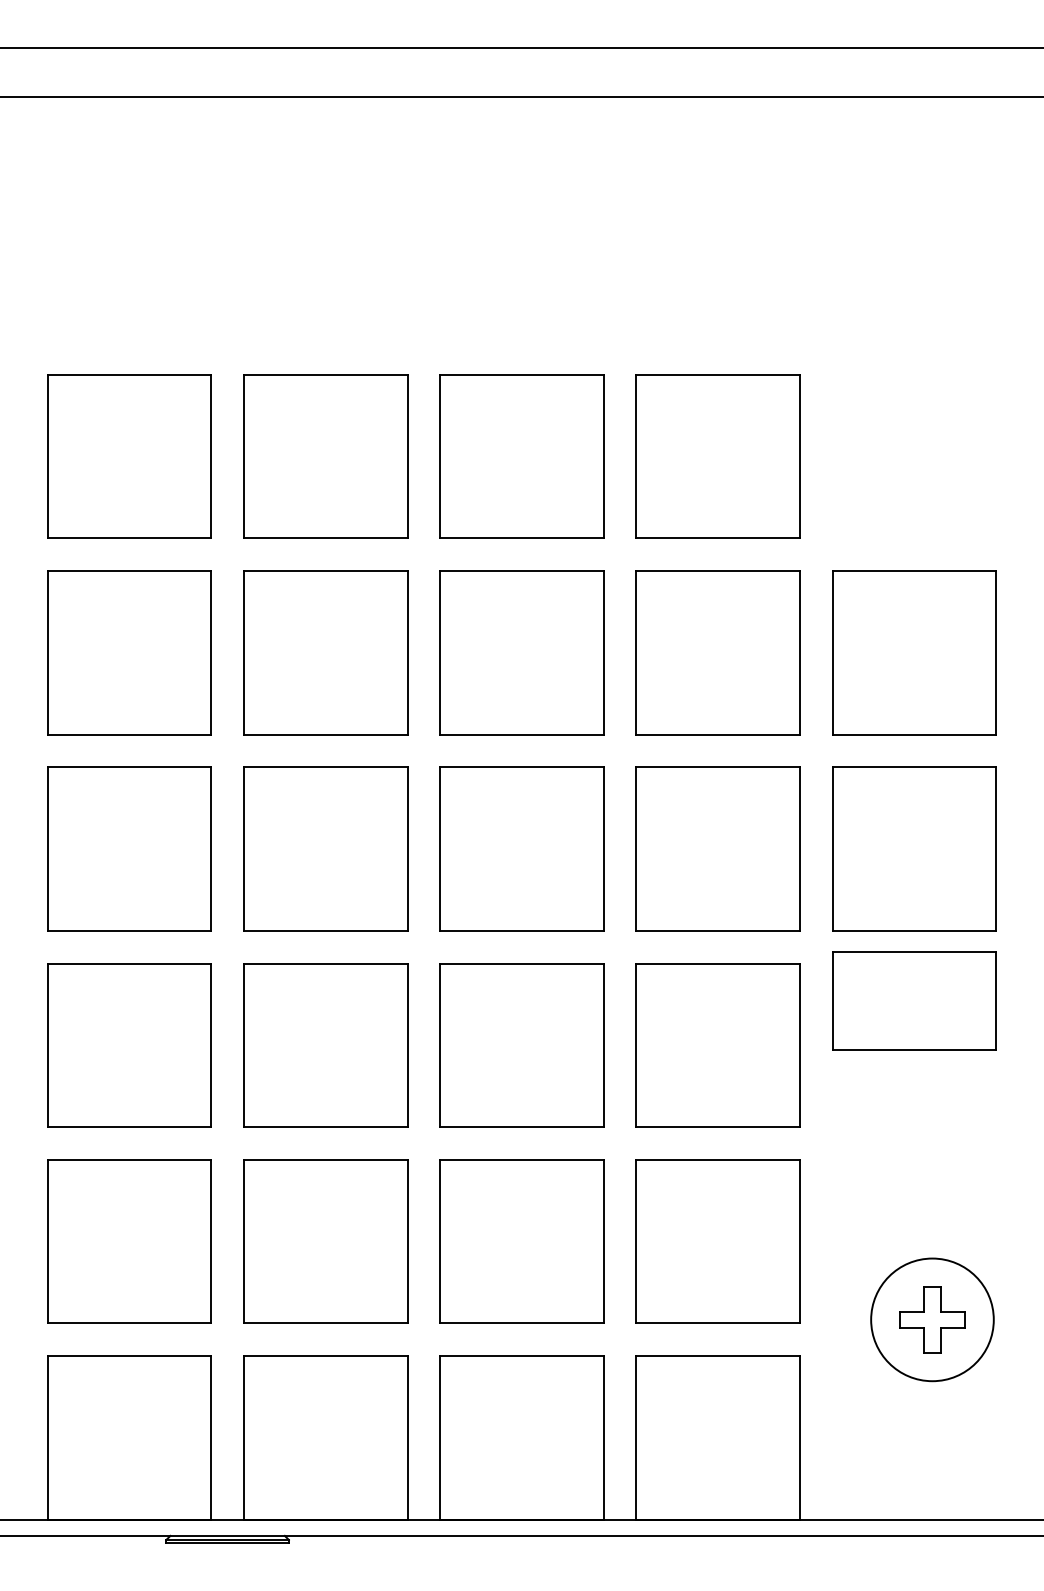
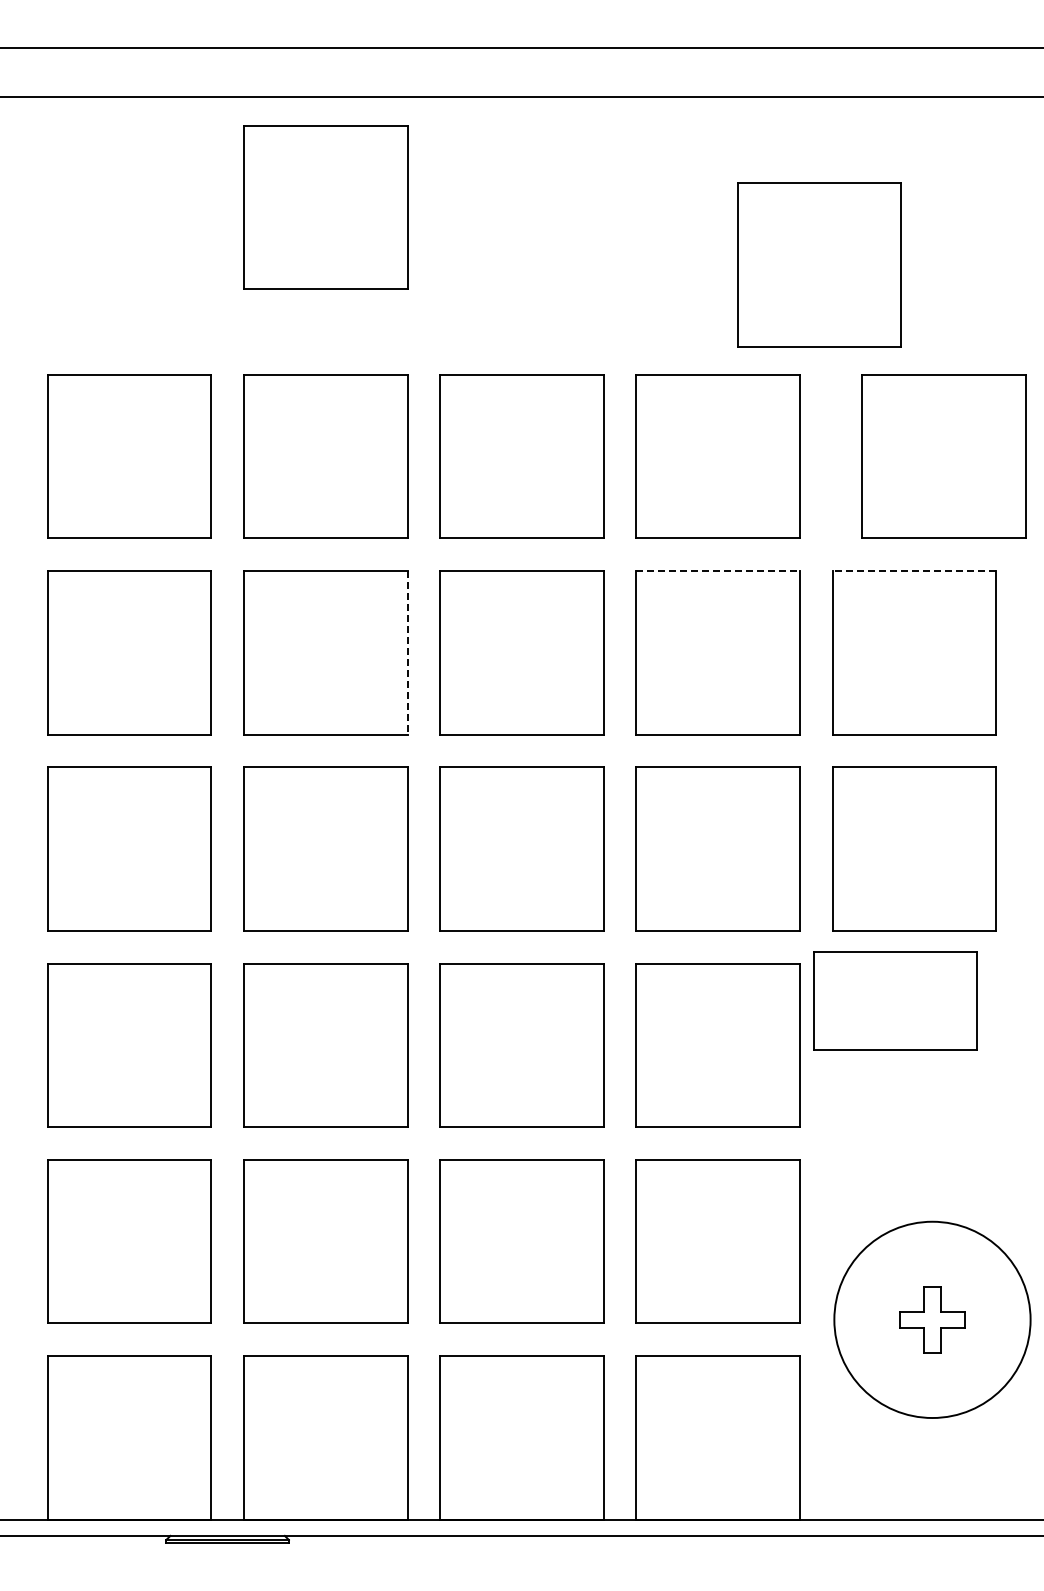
part at (325, 207): none -> present
part at (819, 264): none -> present
part at (943, 456): none -> present
line at (718, 571): solid -> dashed
line at (914, 571): solid -> dashed
line at (407, 652): solid -> dashed
part at (914, 1000) position: (914, 1000) -> (895, 1000)
circle at (932, 1319) diameter: 123 px -> 196 px
